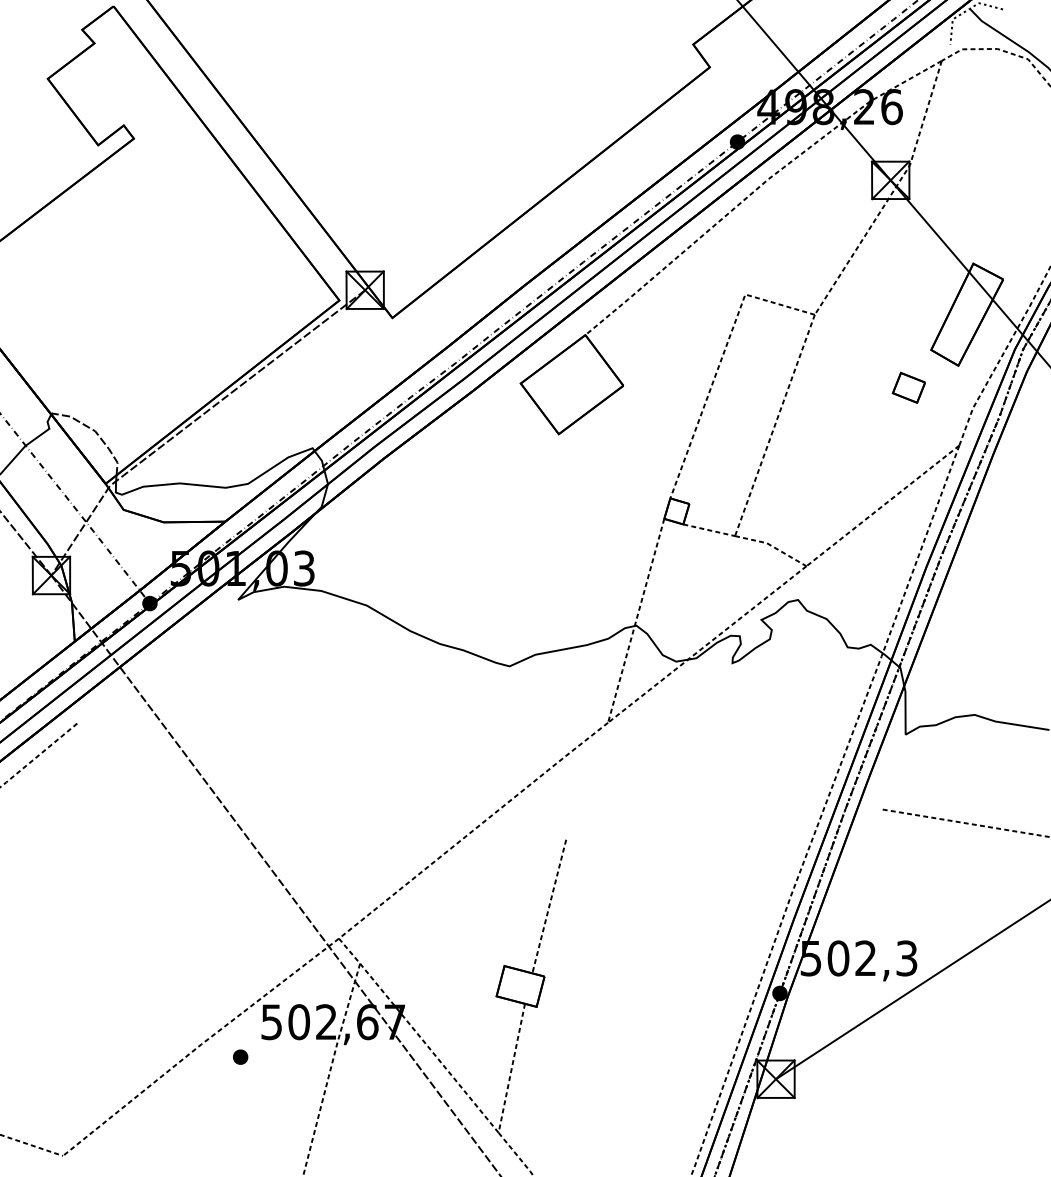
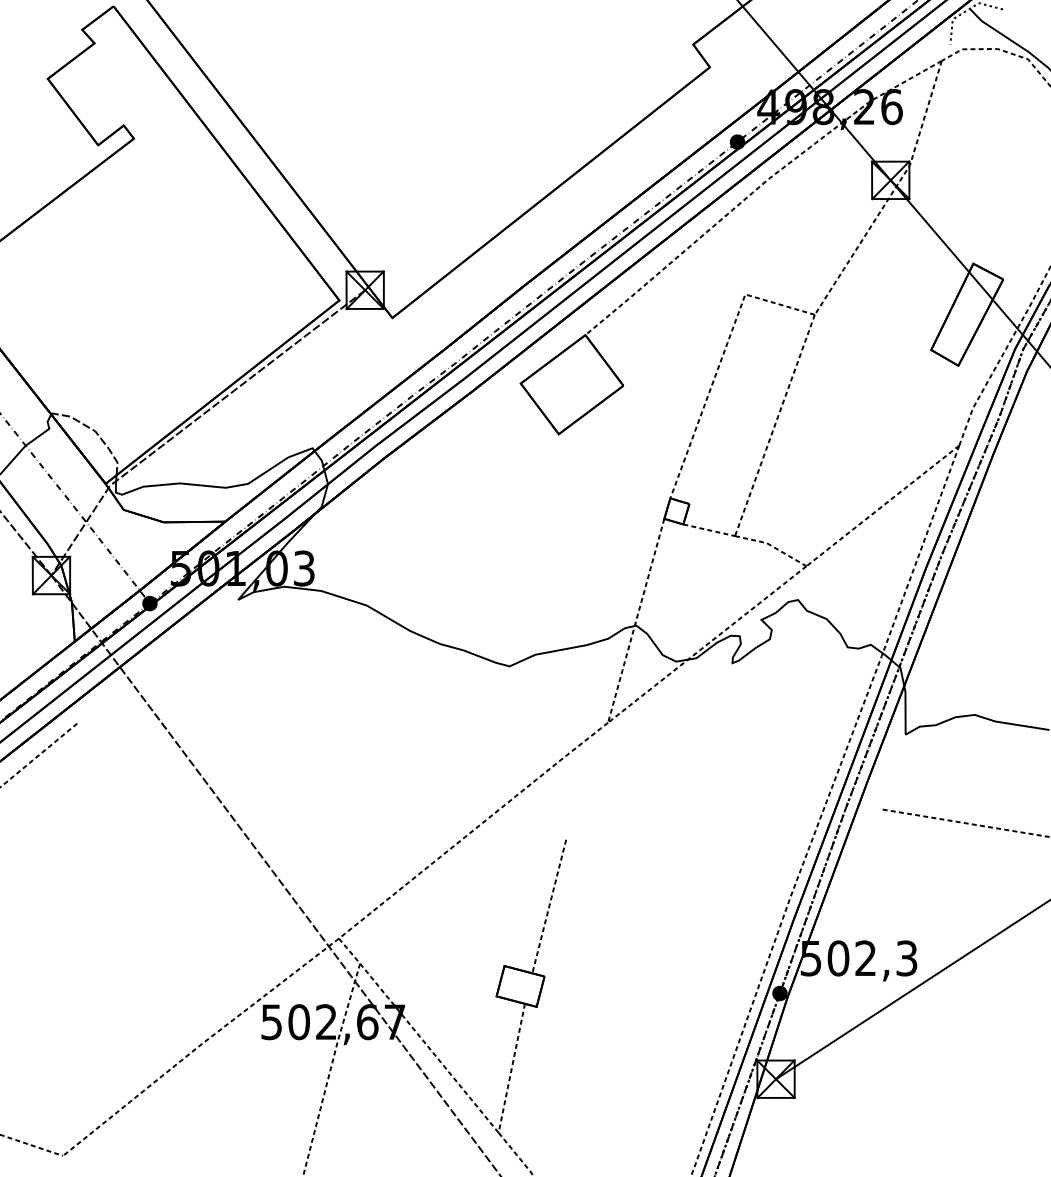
part at (908, 387): present -> none
part at (240, 1056): present -> none
